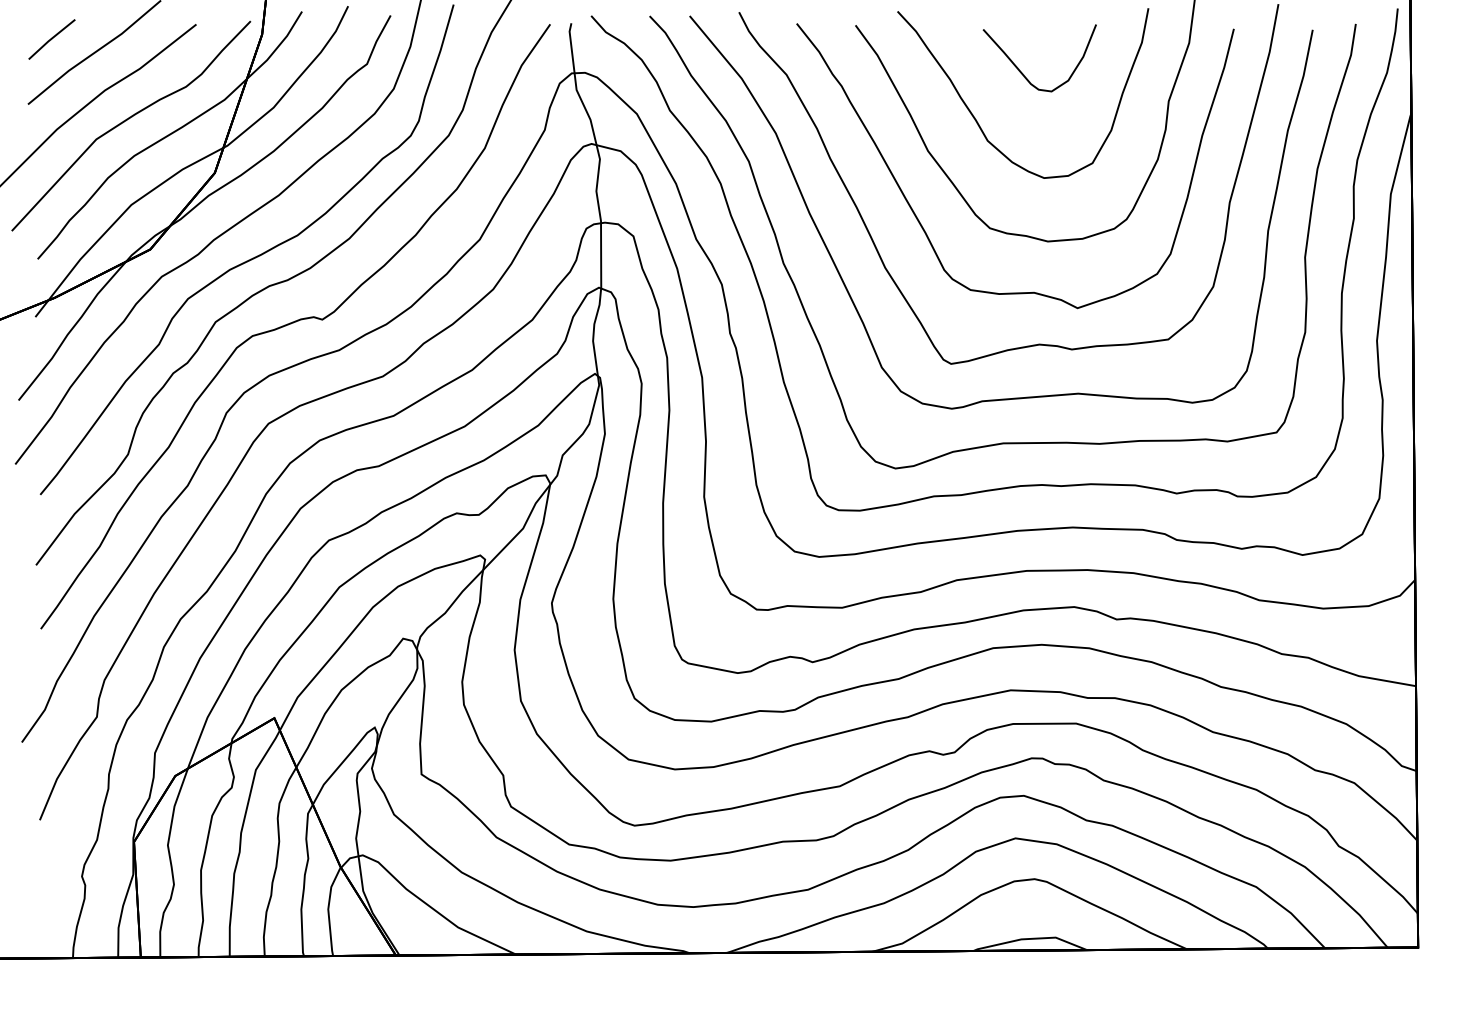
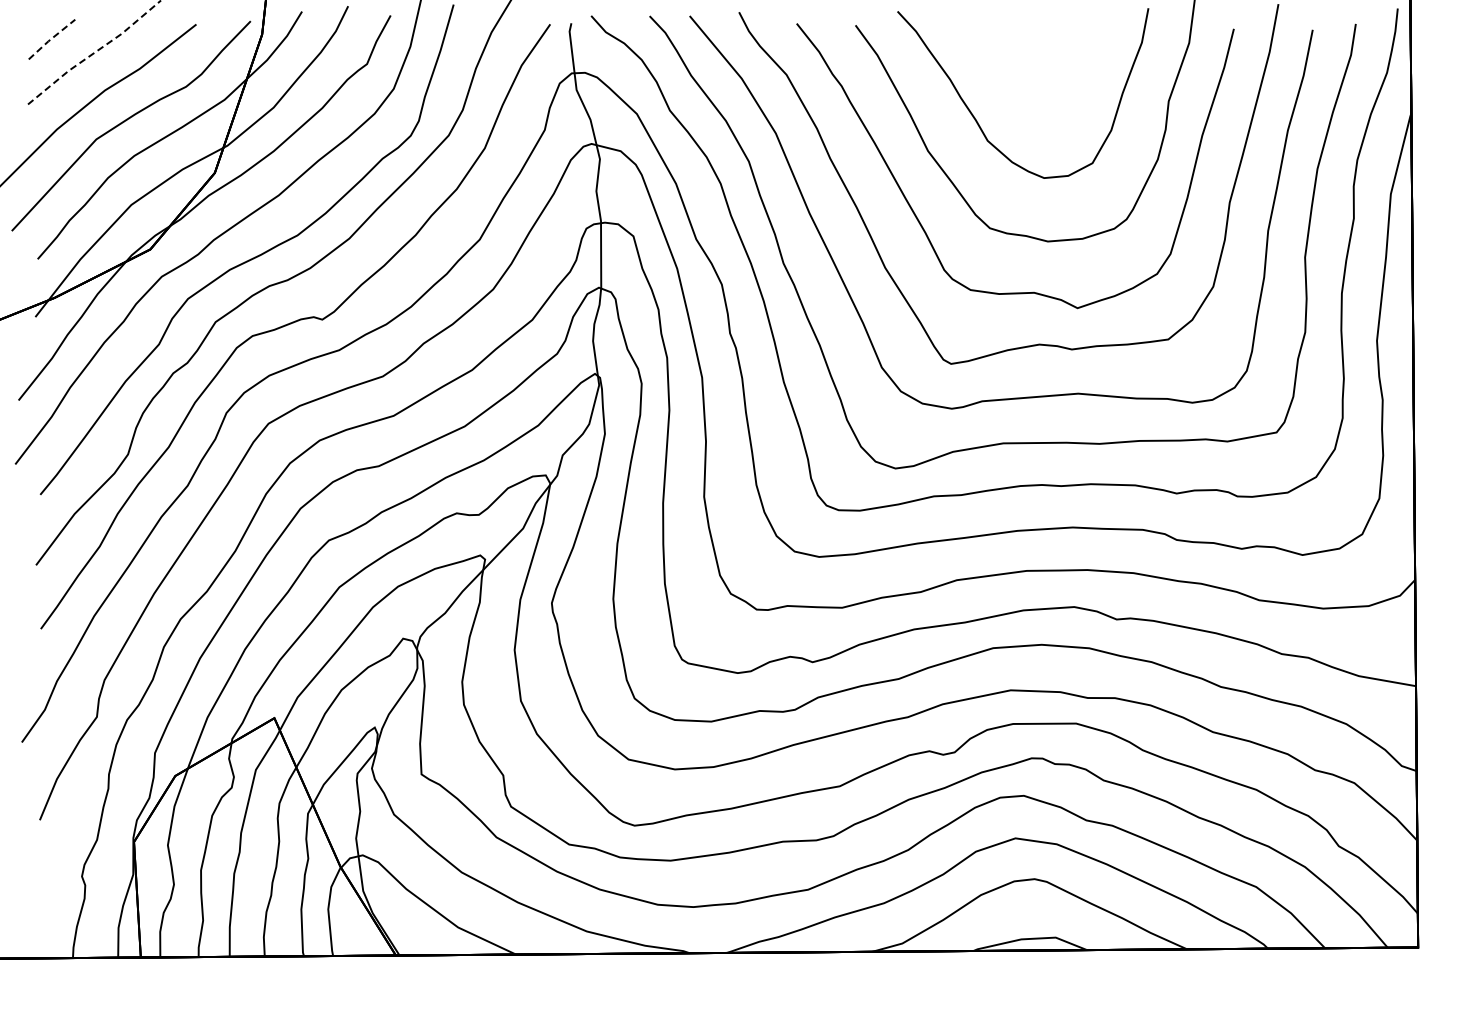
line at (51, 38): solid -> dashed
line at (94, 52): solid -> dashed
curve at (1023, 73): present -> none
